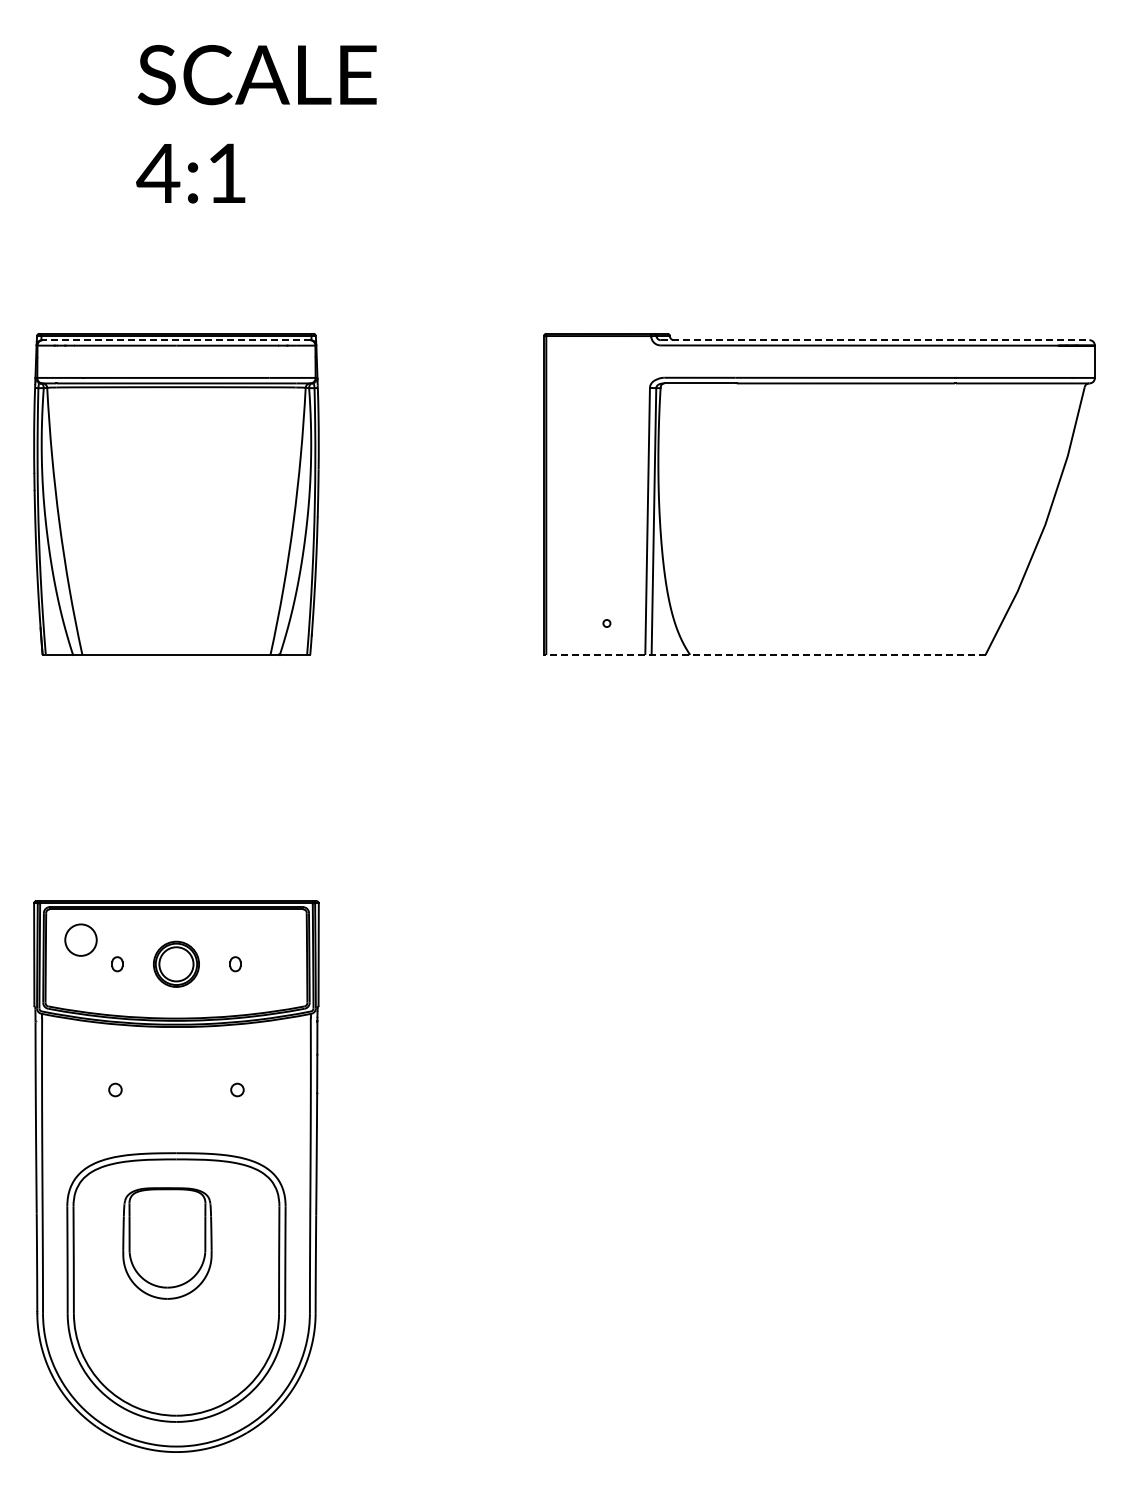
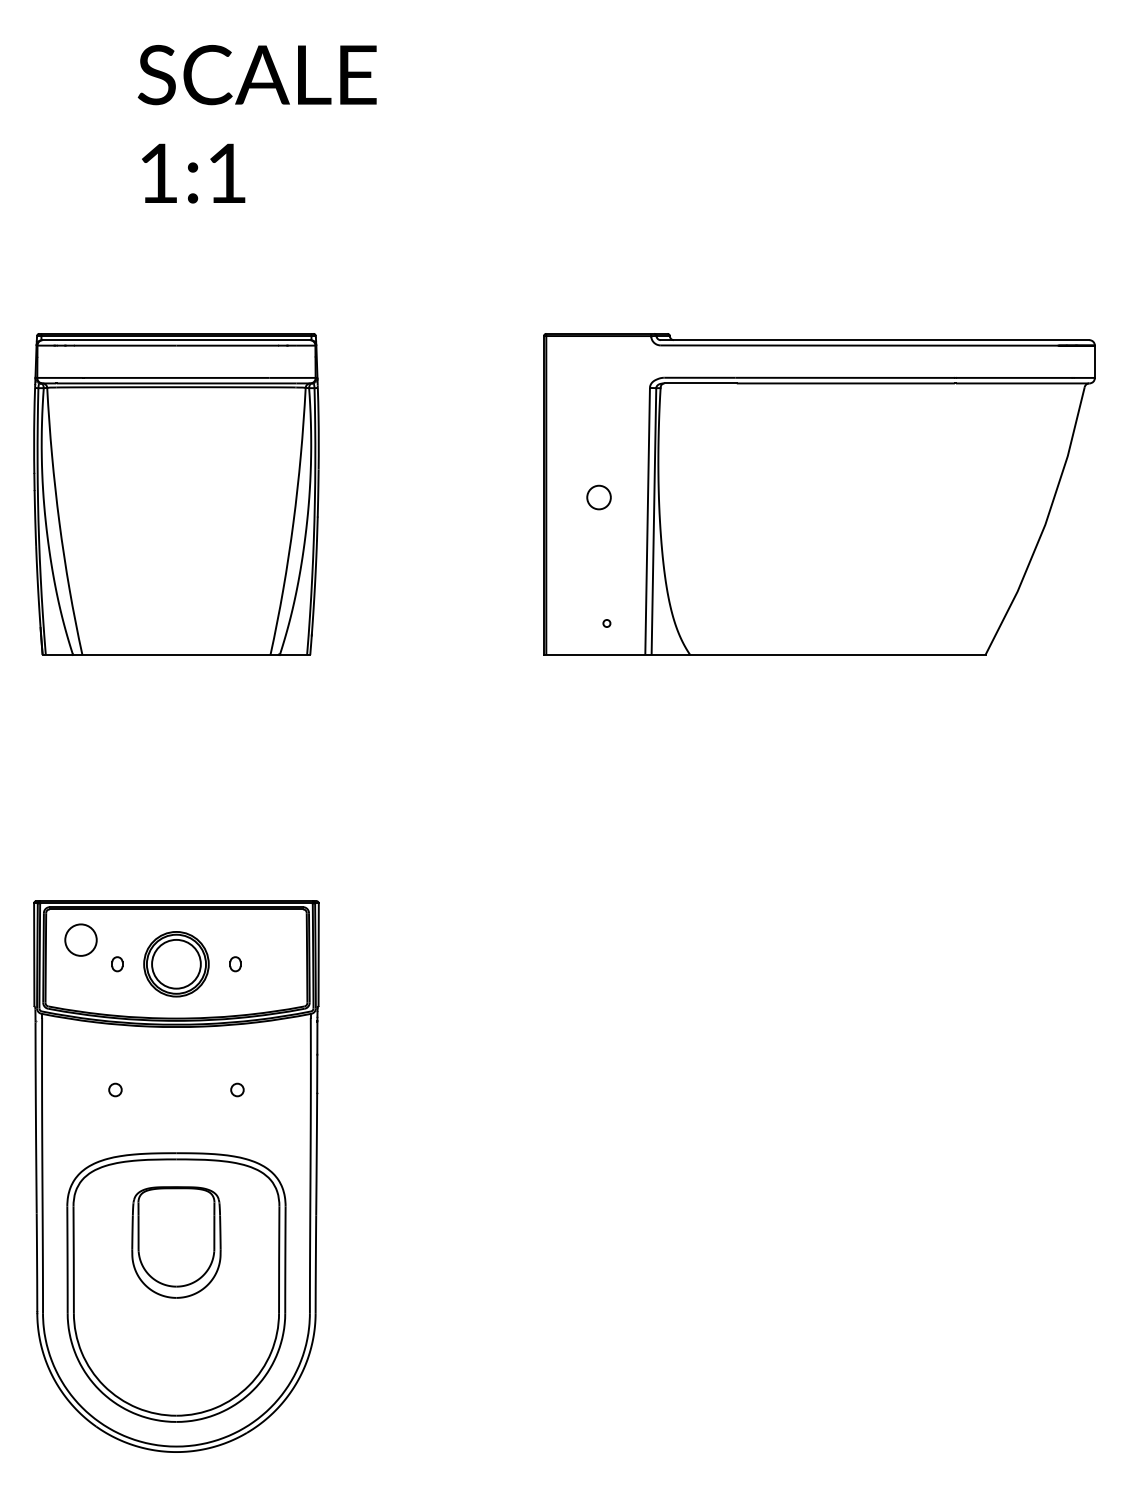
text at (158, 172): 4:1 -> 1:1
line at (175, 340): dashed -> solid
line at (875, 340): dashed -> solid
circle at (598, 497): none -> present
line at (764, 654): dashed -> solid
part at (176, 963) size: 47x48 px -> 67x67 px
part at (167, 1243) position: (167, 1243) -> (176, 1242)
